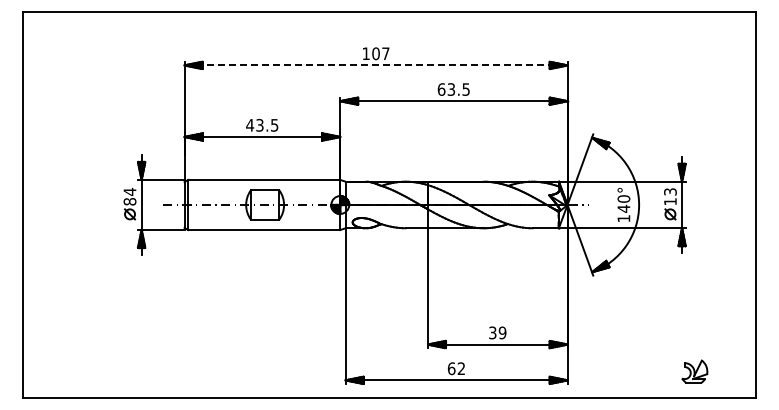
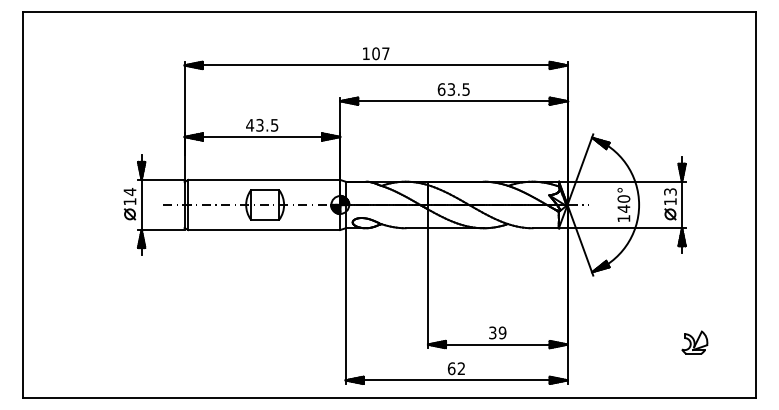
line at (376, 65): dashed -> solid
text at (129, 201): 84 -> 14
part at (694, 371) position: (694, 371) -> (694, 342)
